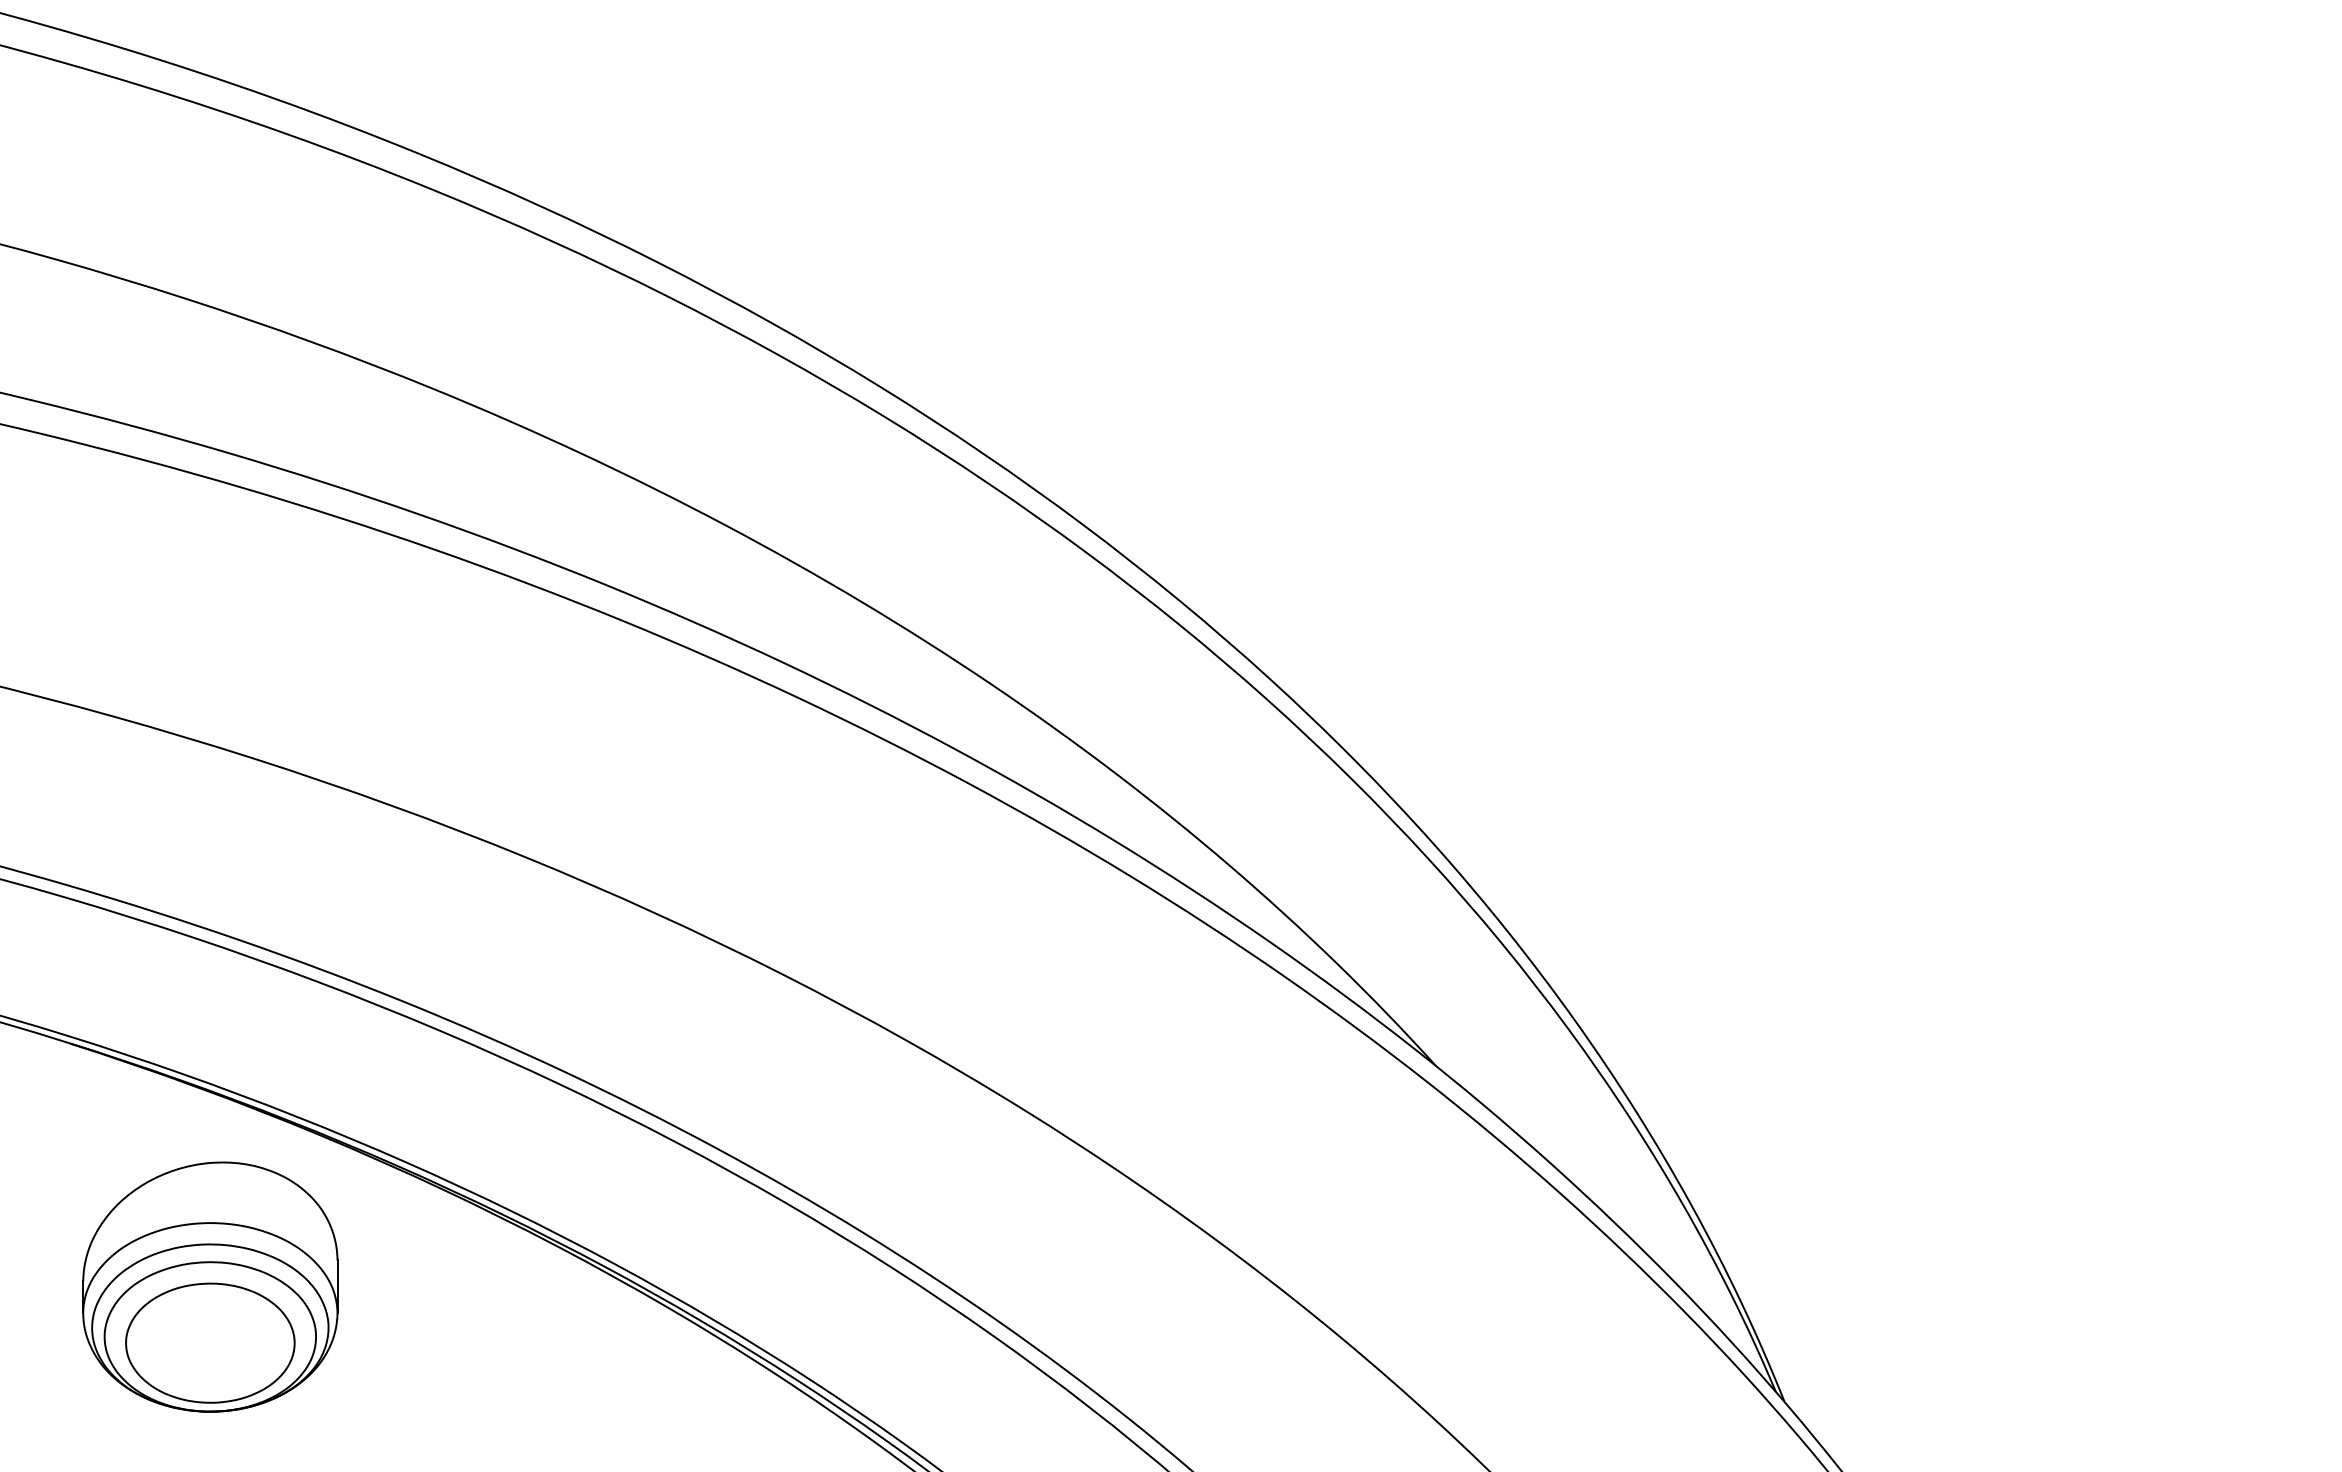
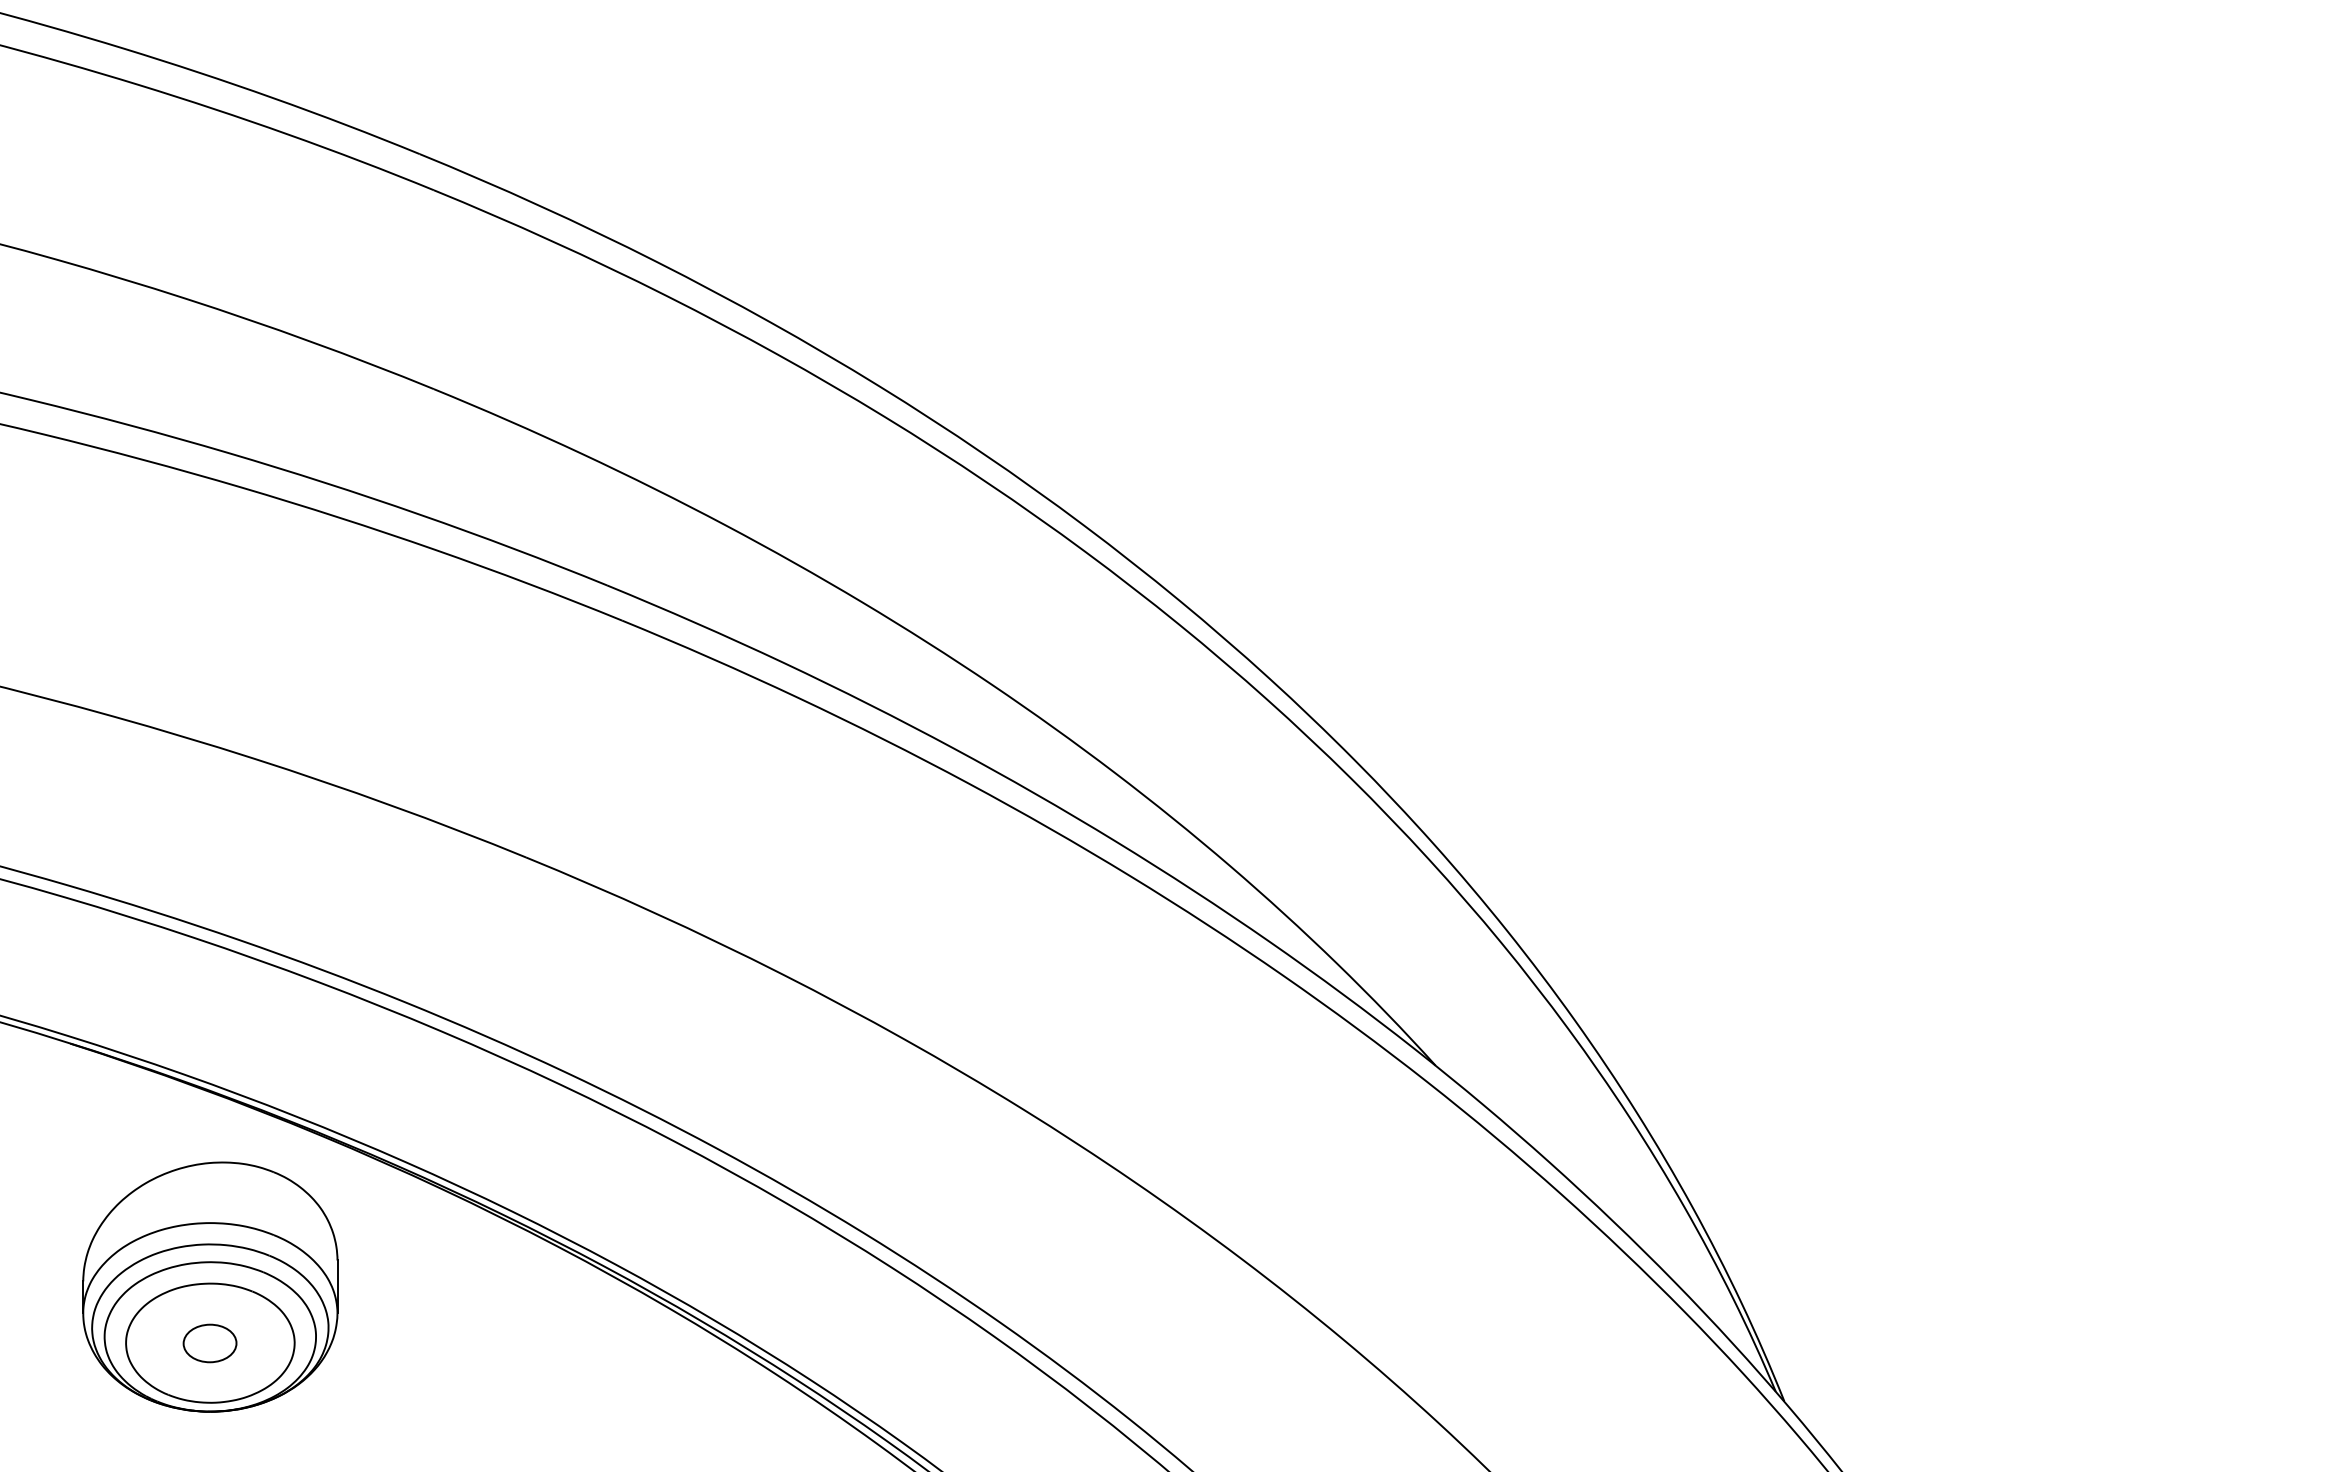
part at (209, 1343): none -> present
